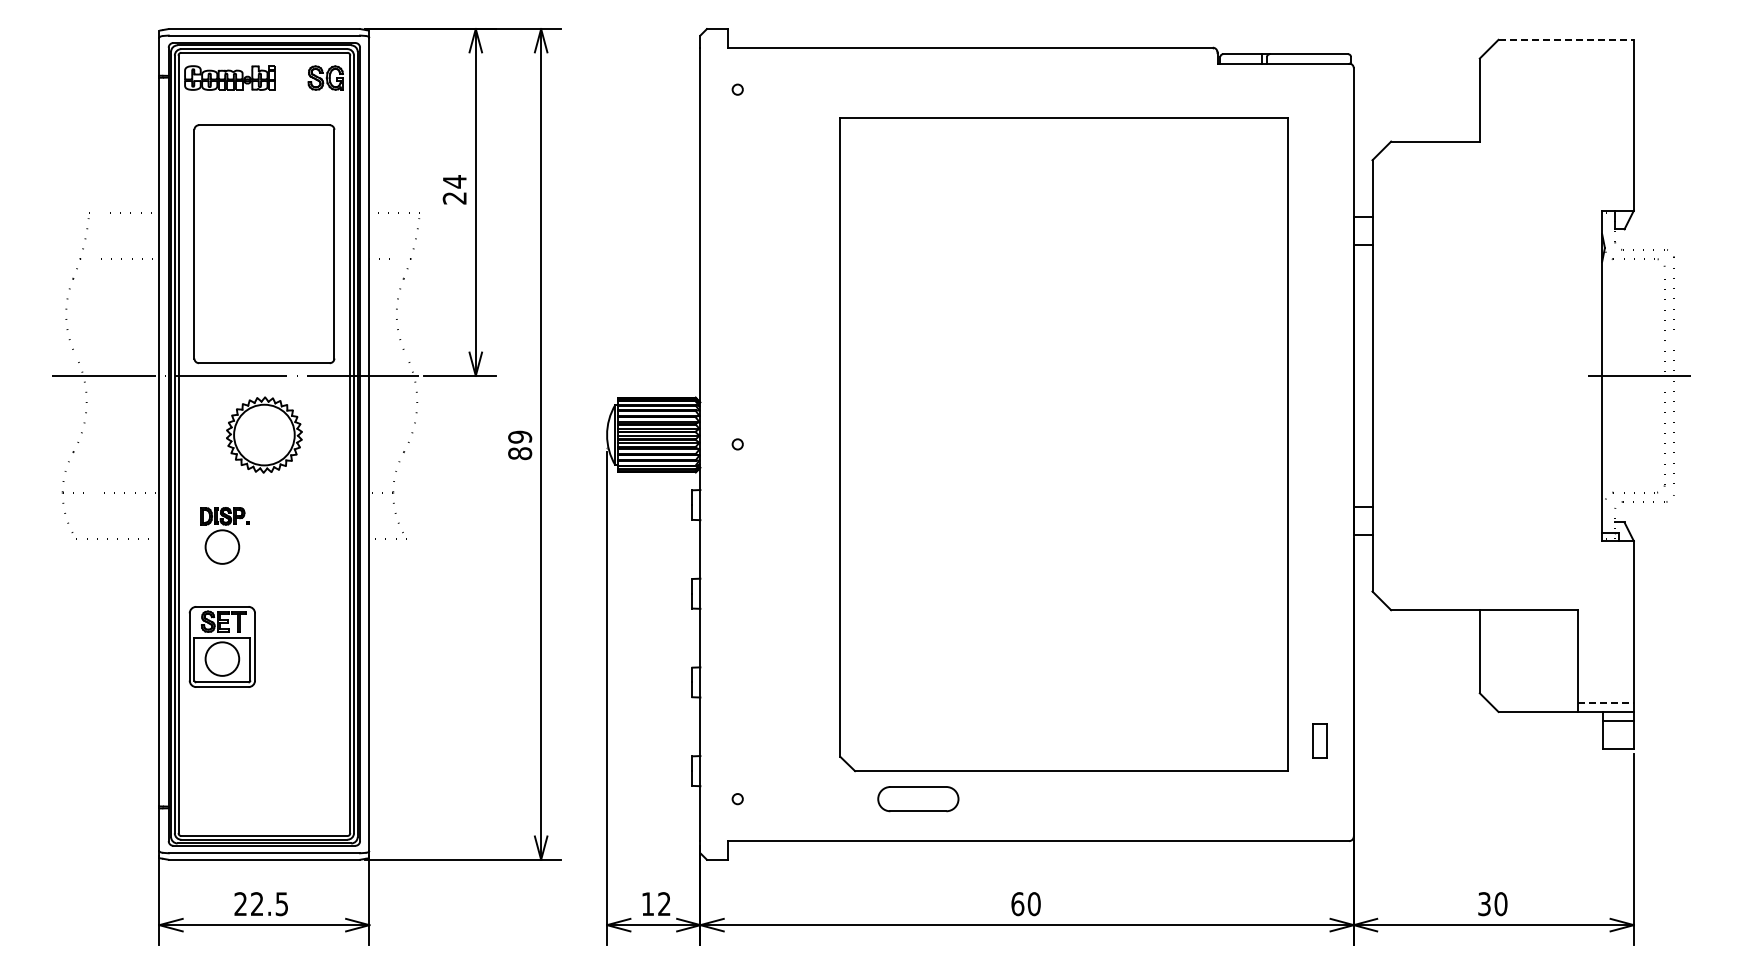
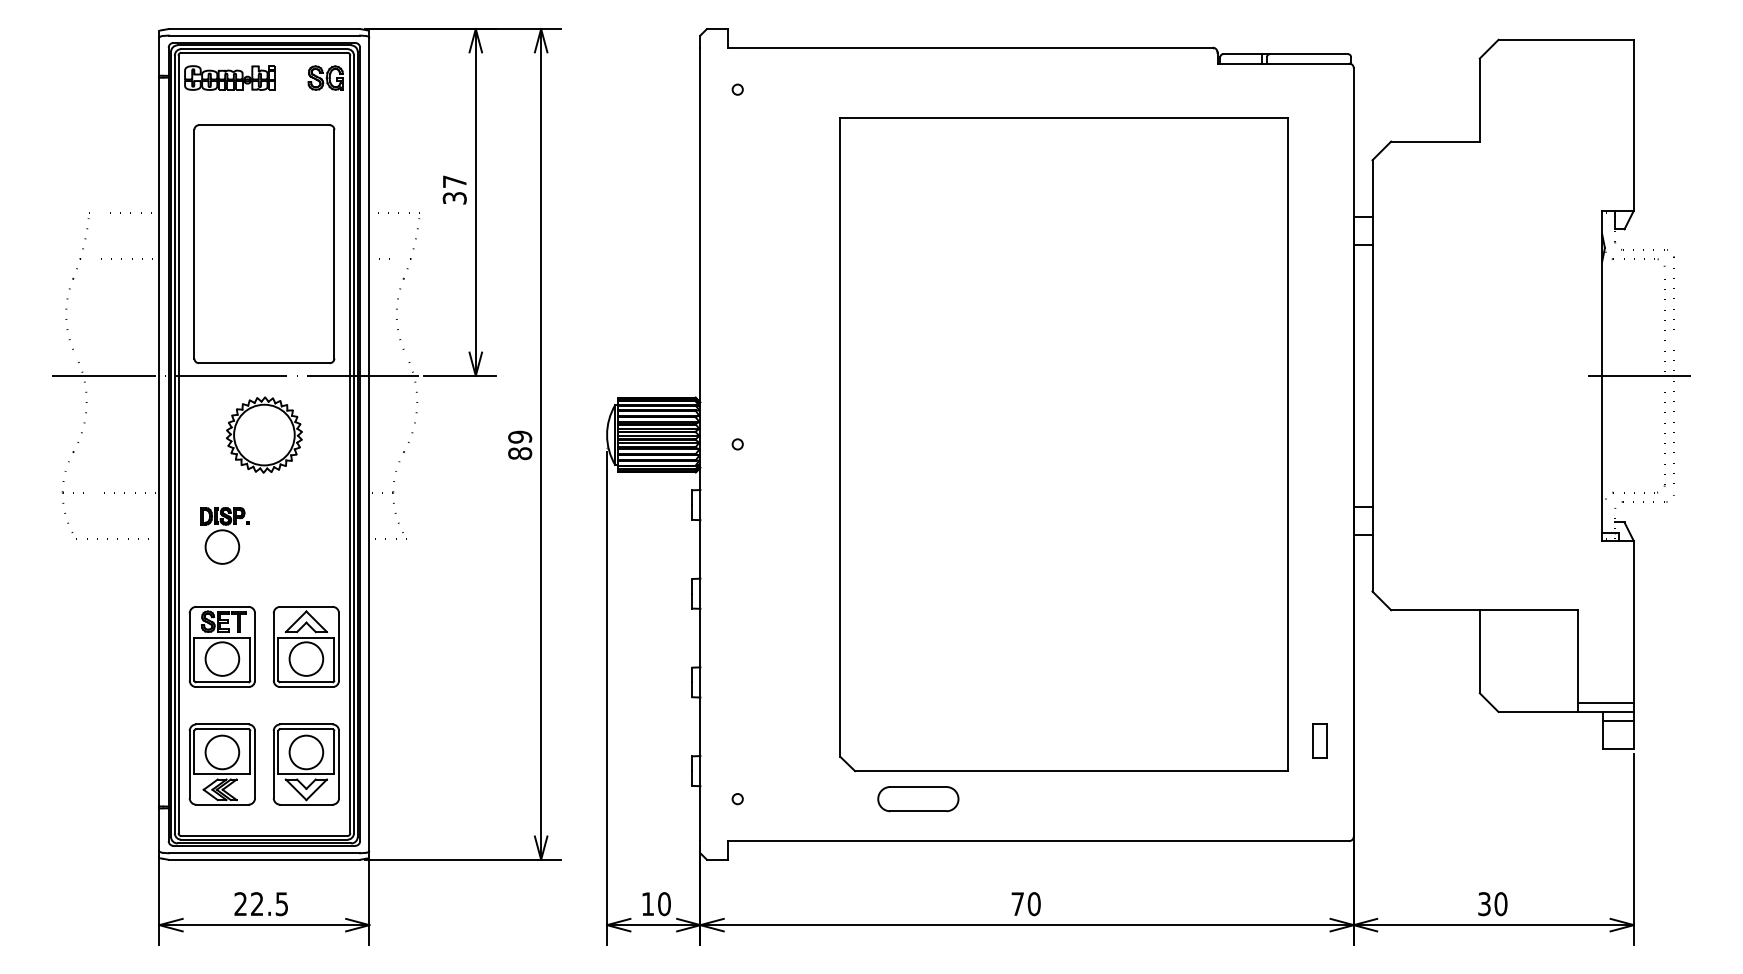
line at (1566, 39): dashed -> solid
text at (454, 189): 24 -> 37
part at (305, 646): none -> present
line at (1606, 702): dashed -> solid
part at (221, 764): none -> present
part at (305, 764): none -> present
text at (664, 904): 12 -> 10
text at (1017, 904): 60 -> 70
